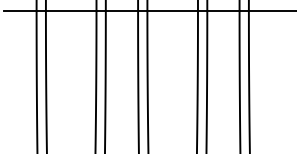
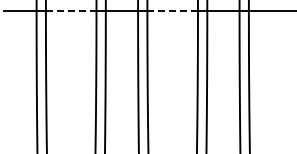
line at (71, 10): solid -> dashed
line at (173, 10): solid -> dashed
